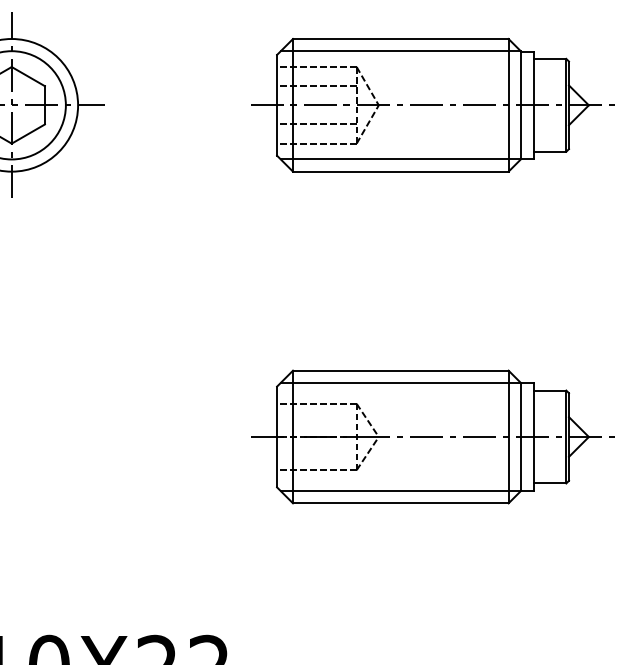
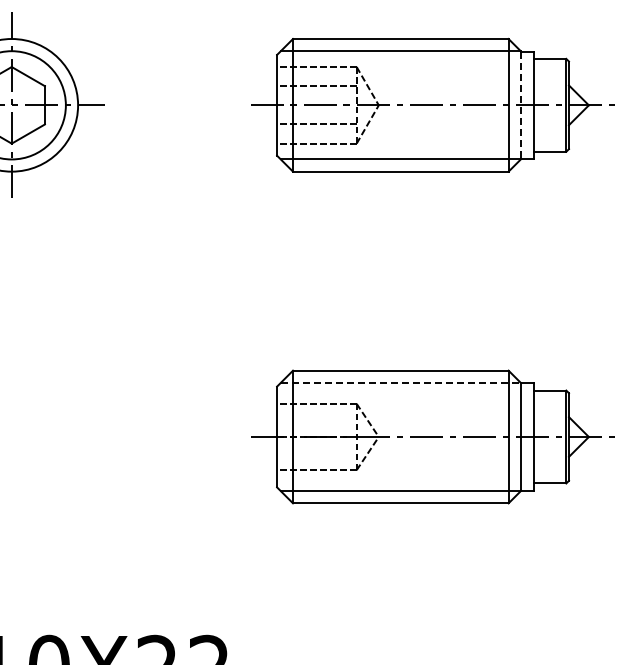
line at (521, 105): solid -> dashed
line at (400, 382): solid -> dashed
